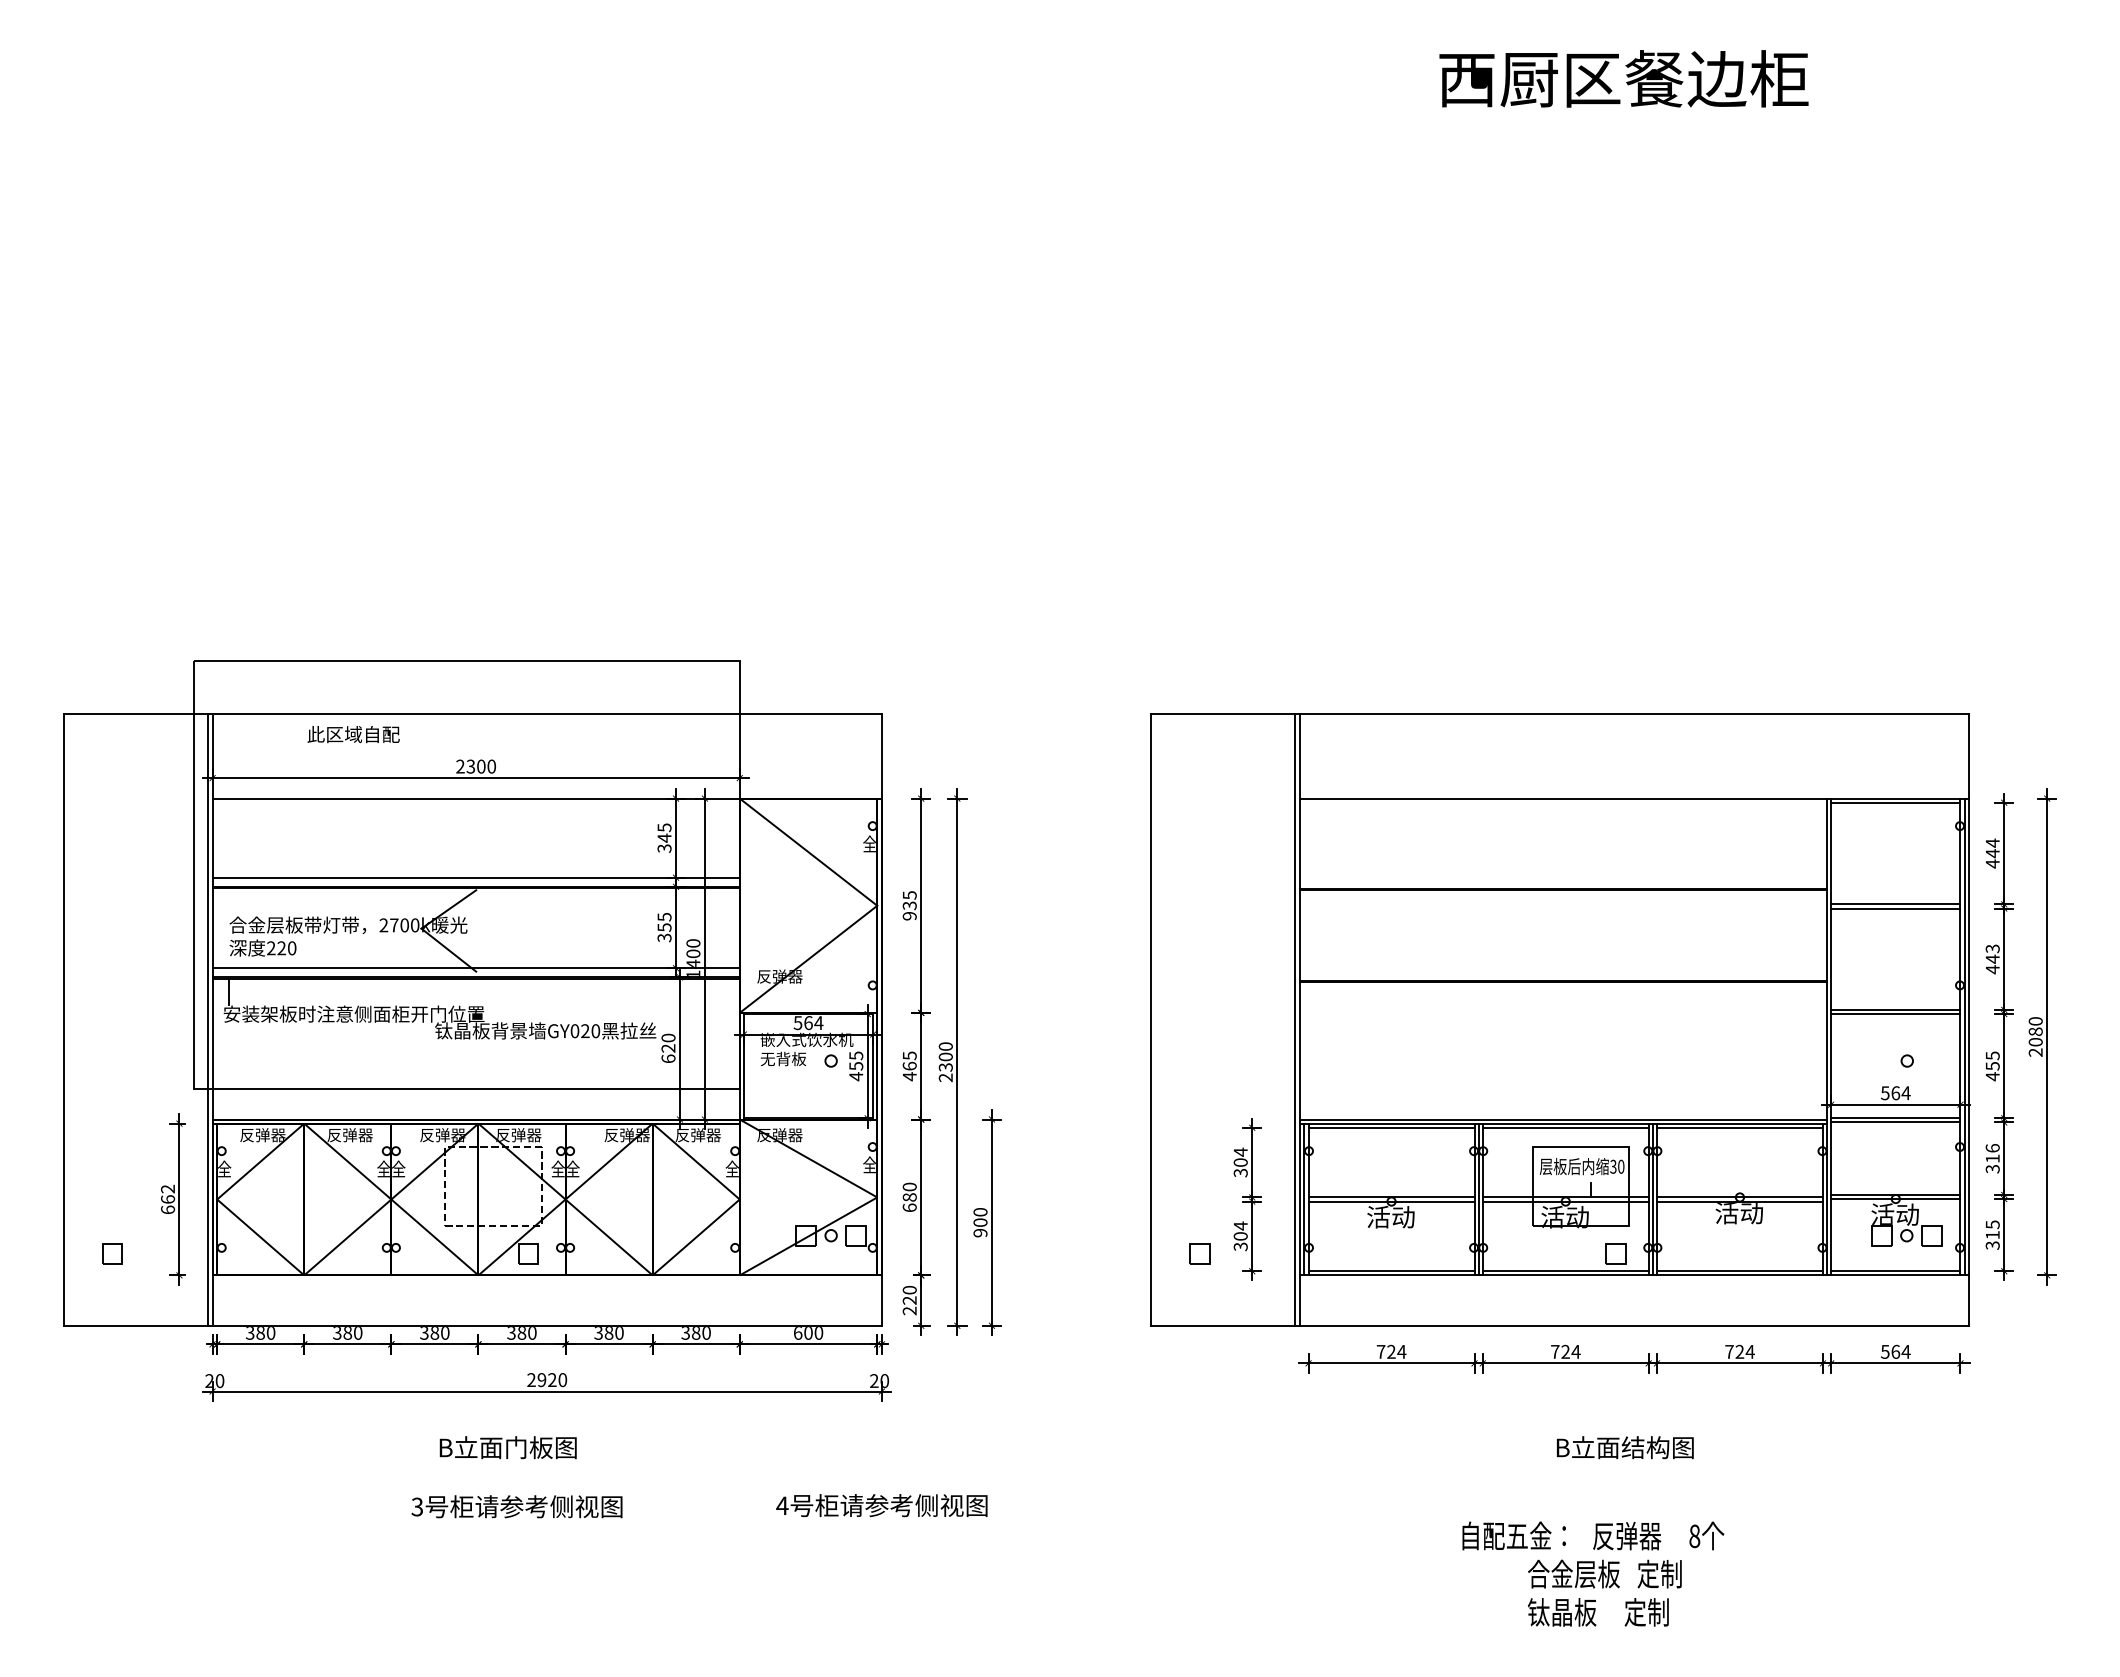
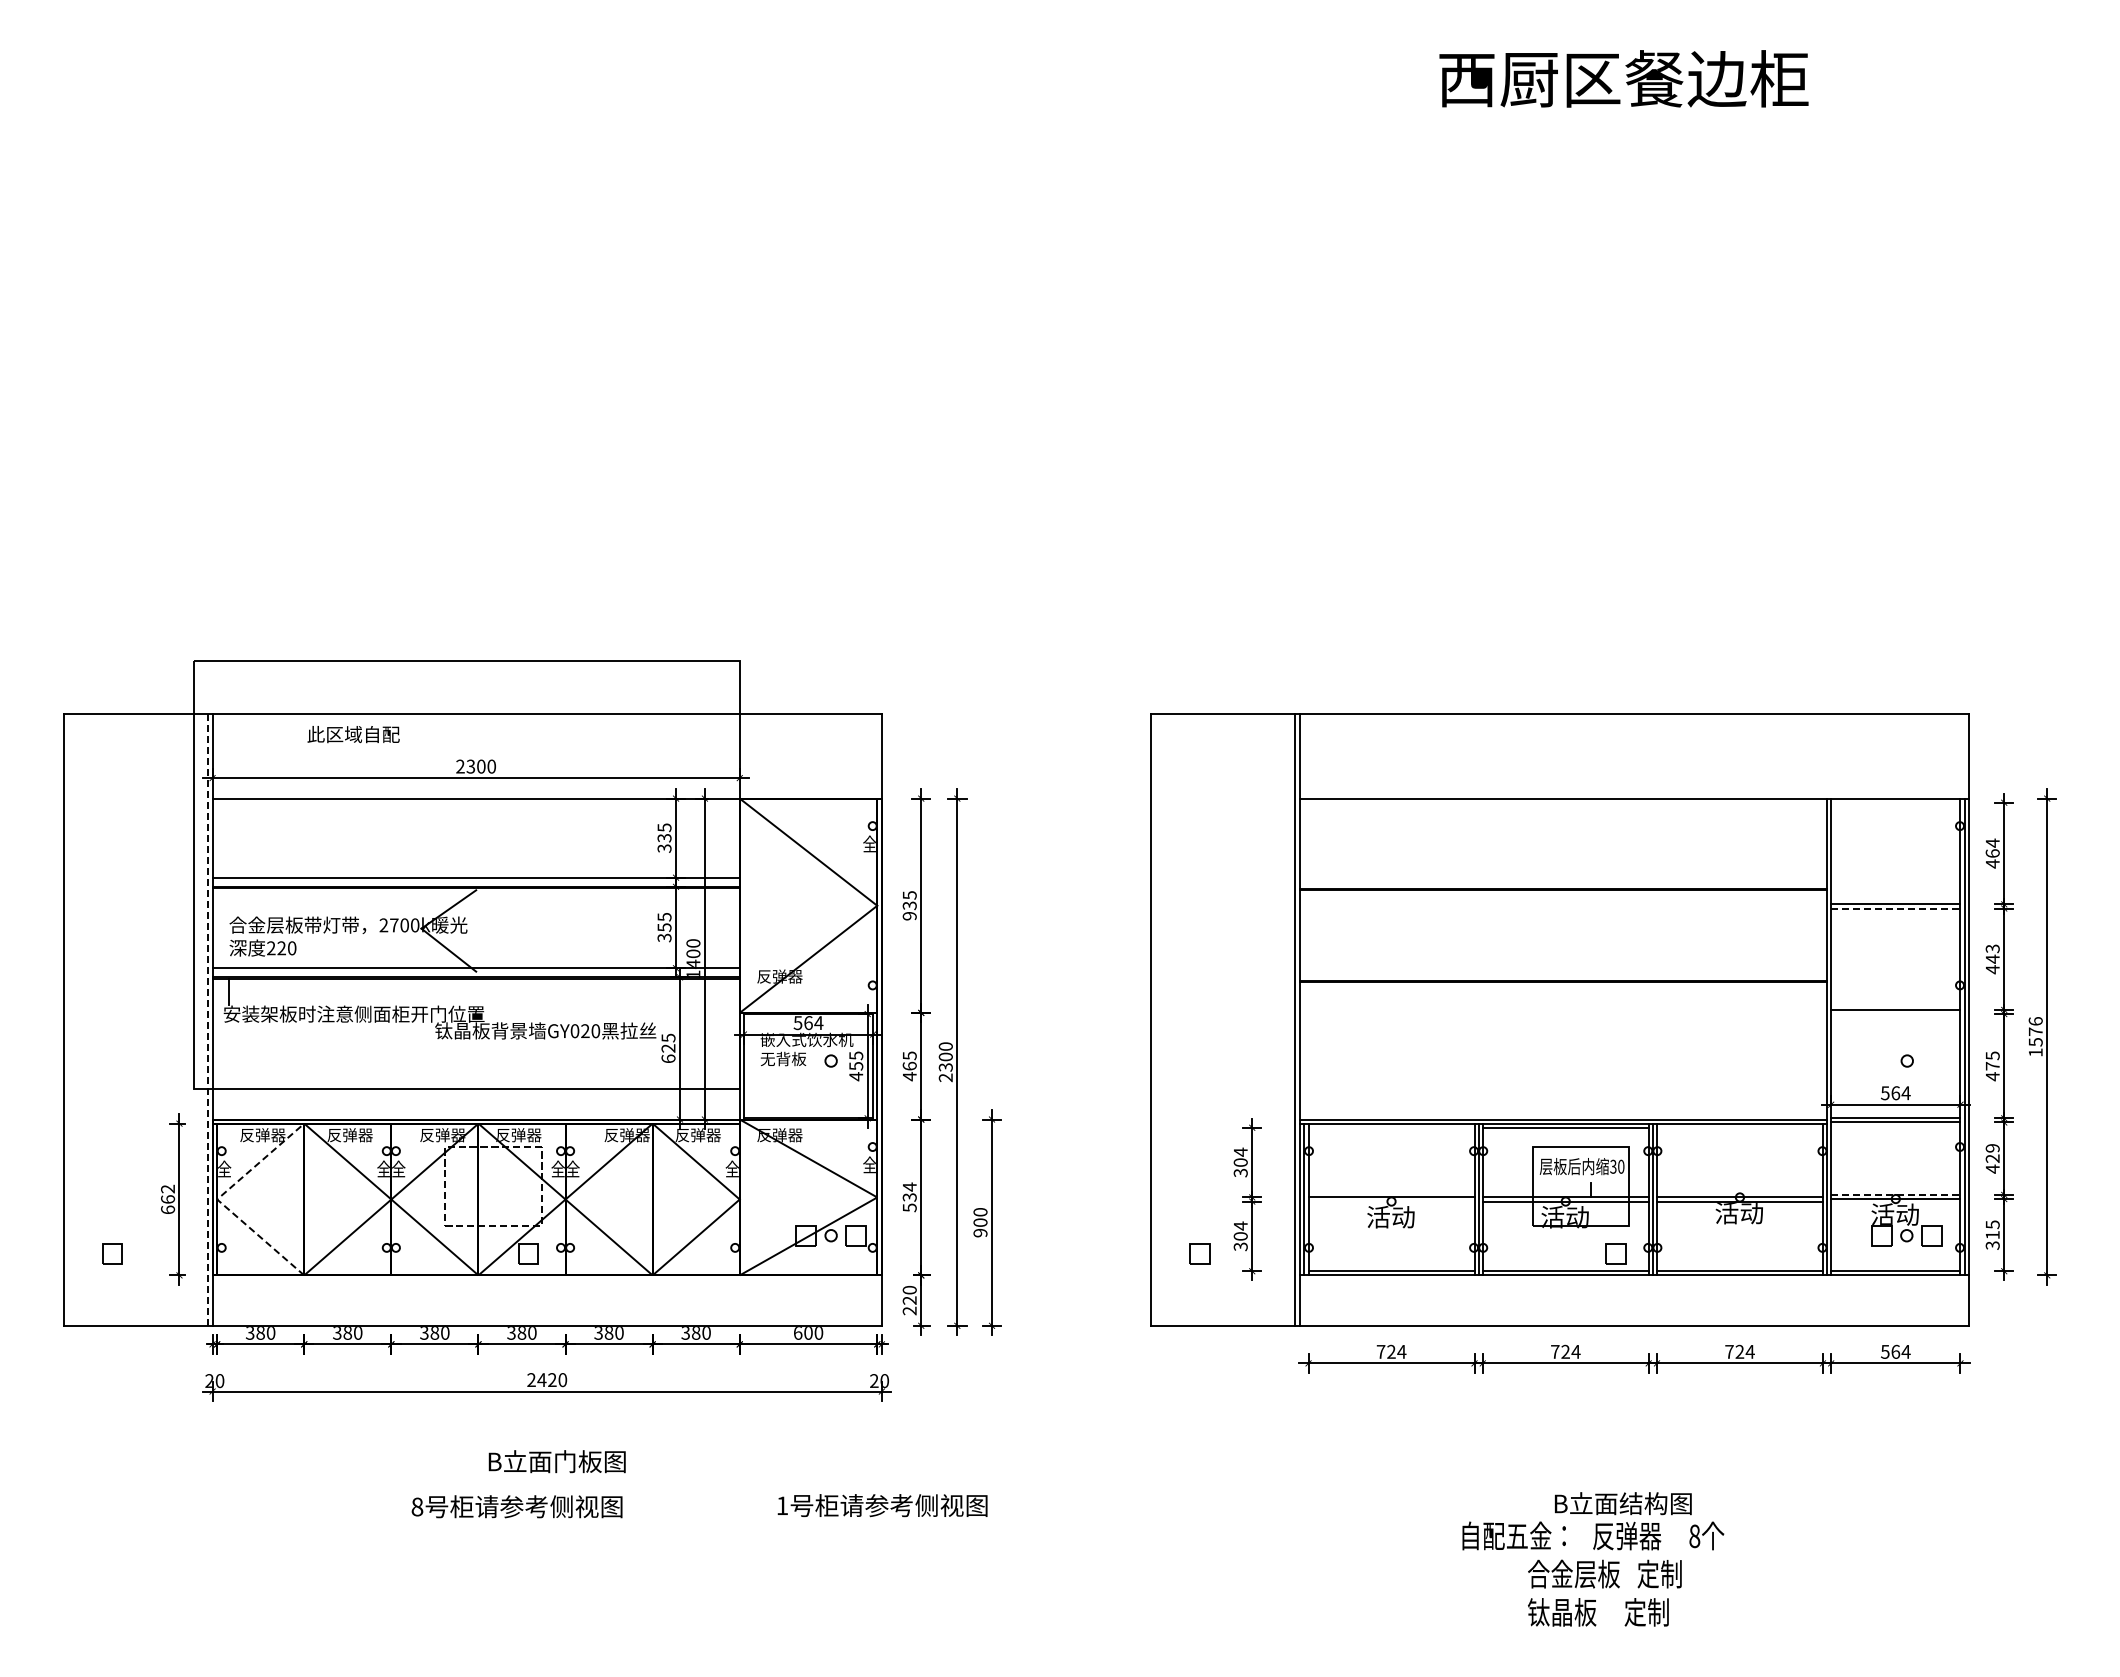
line at (1895, 802): present -> none
text at (664, 837): 345 -> 335
text at (1992, 853): 444 -> 464
line at (1895, 908): solid -> dashed
line at (1895, 1014): present -> none
line at (208, 1020): solid -> dashed
text at (2035, 1036): 2080 -> 1576
text at (668, 1037): 620 -> 625
text at (1992, 1065): 455 -> 475
line at (1391, 1127): present -> none
line at (1739, 1127): present -> none
text at (1992, 1158): 316 -> 429
line at (1895, 1194): solid -> dashed
text at (909, 1197): 680 -> 534
line at (217, 1199): solid -> dashed
line at (1391, 1201): present -> none
text at (541, 1380): 2920 -> 2420
text at (507, 1447) position: (507, 1447) -> (556, 1461)
text at (1625, 1447) position: (1625, 1447) -> (1623, 1503)
text at (782, 1505): 4 -> 1
text at (417, 1506): 3 -> 8
